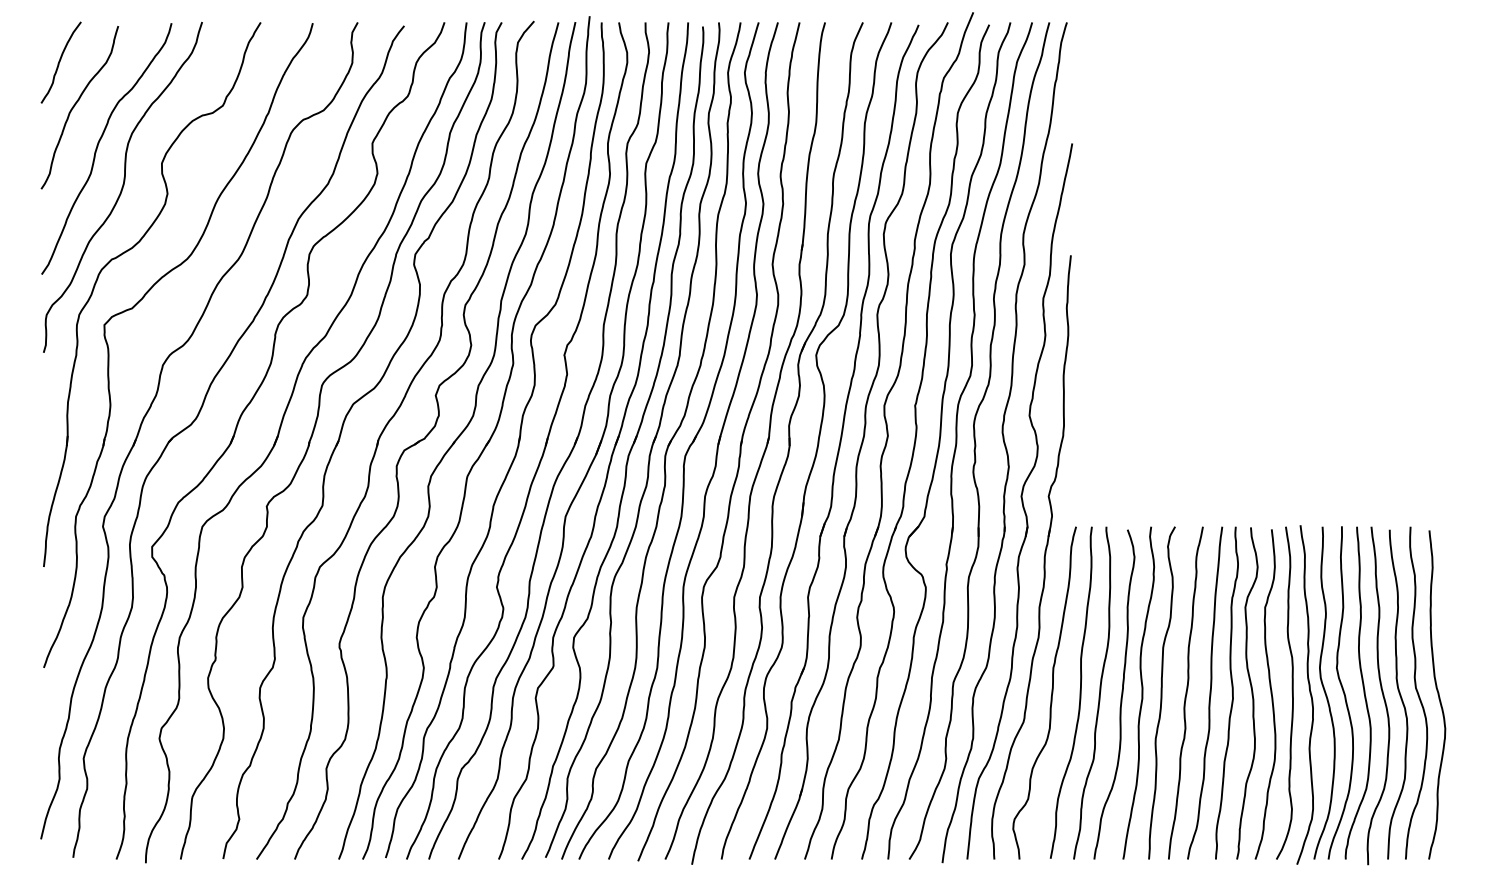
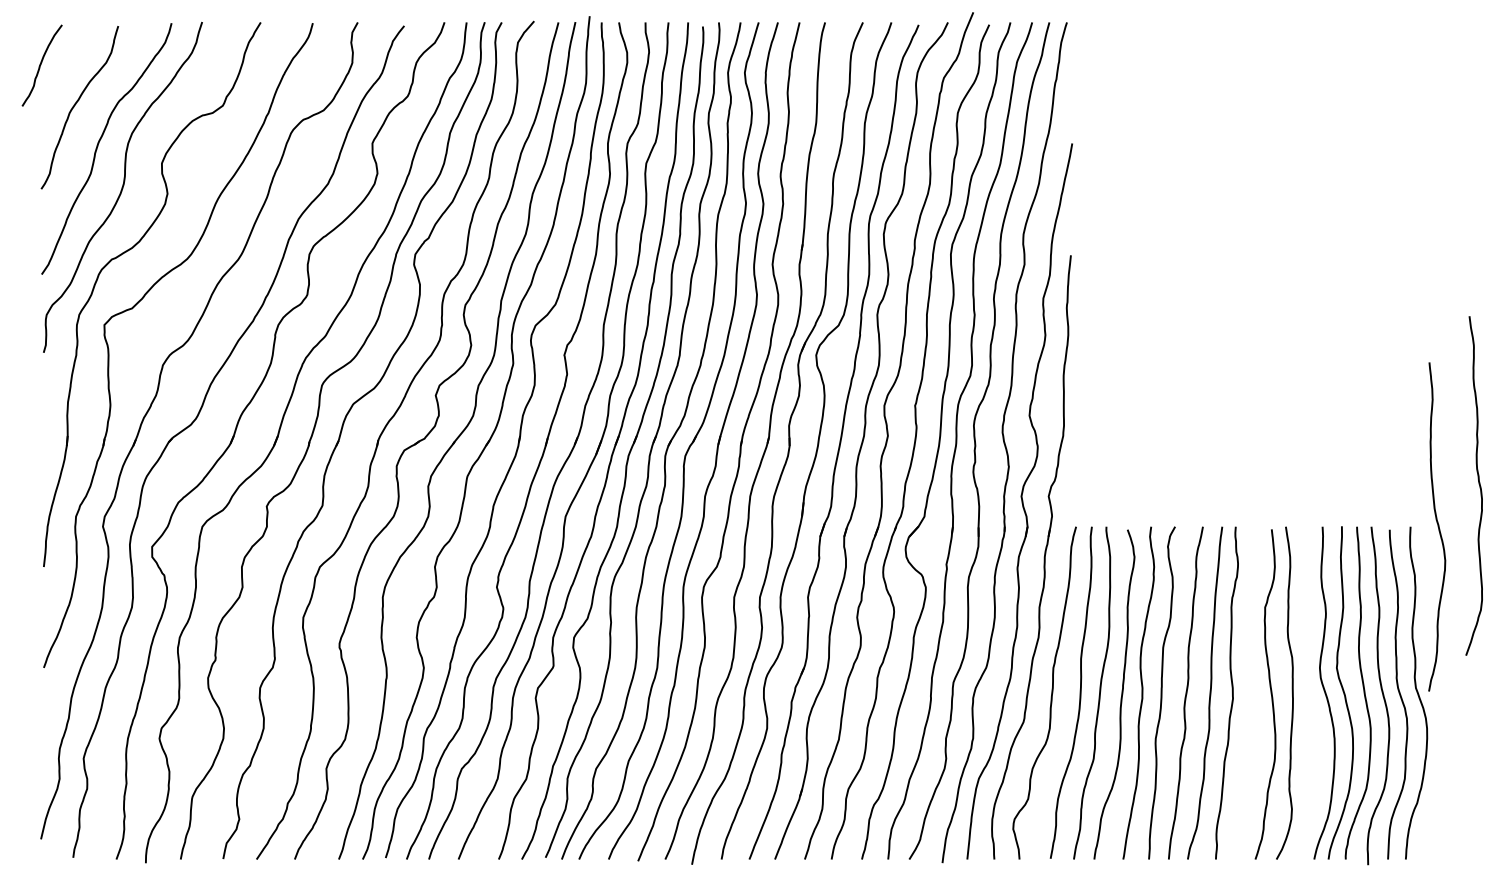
curve at (60, 62) position: (60, 62) -> (41, 65)
curve at (1251, 693): present -> none
curve at (1309, 693) position: (1309, 693) -> (1478, 484)
curve at (1437, 694) position: (1437, 694) -> (1437, 526)
